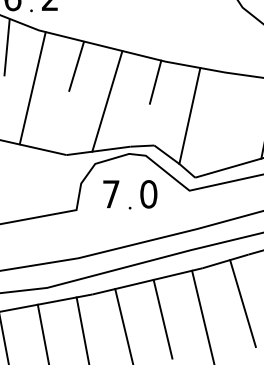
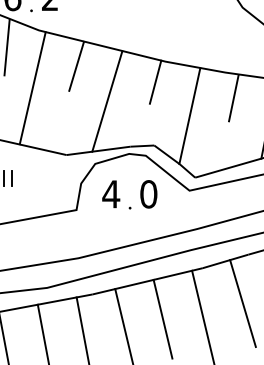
line at (233, 98): none -> present
part at (7, 178): none -> present
text at (111, 194): 7 -> 4
